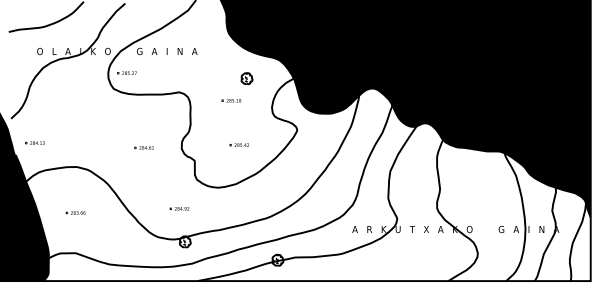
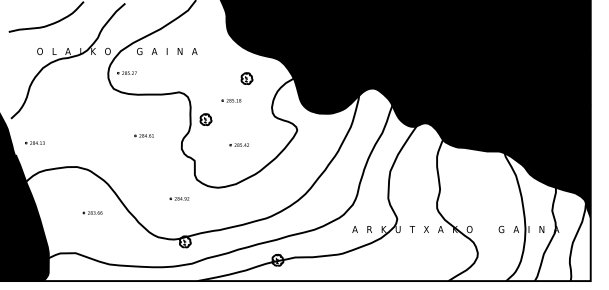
part at (205, 119): none -> present
part at (143, 147) position: (143, 147) -> (143, 135)
line at (179, 208) position: (179, 208) -> (179, 198)
line at (75, 212) position: (75, 212) -> (92, 212)
